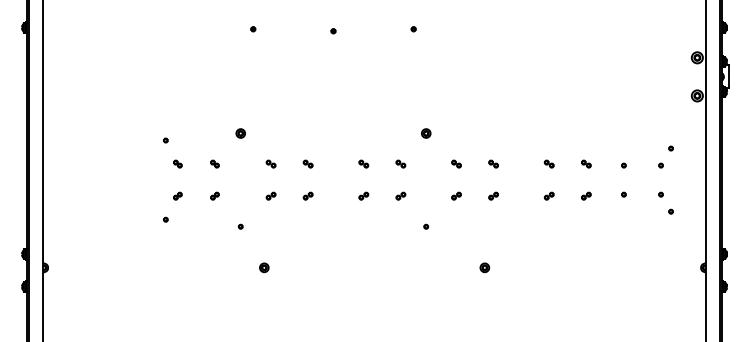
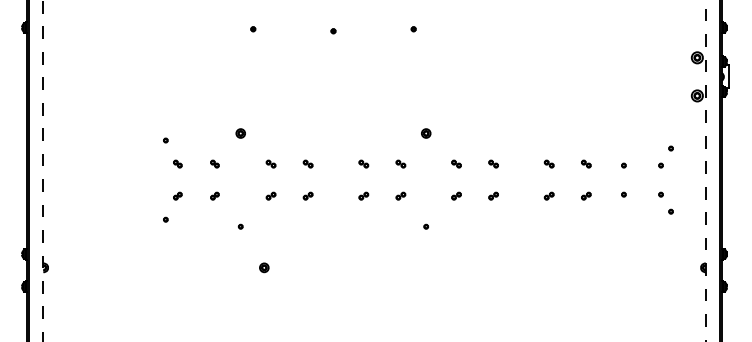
line at (705, 170): solid -> dashed
line at (43, 171): solid -> dashed
part at (484, 267): present -> none
